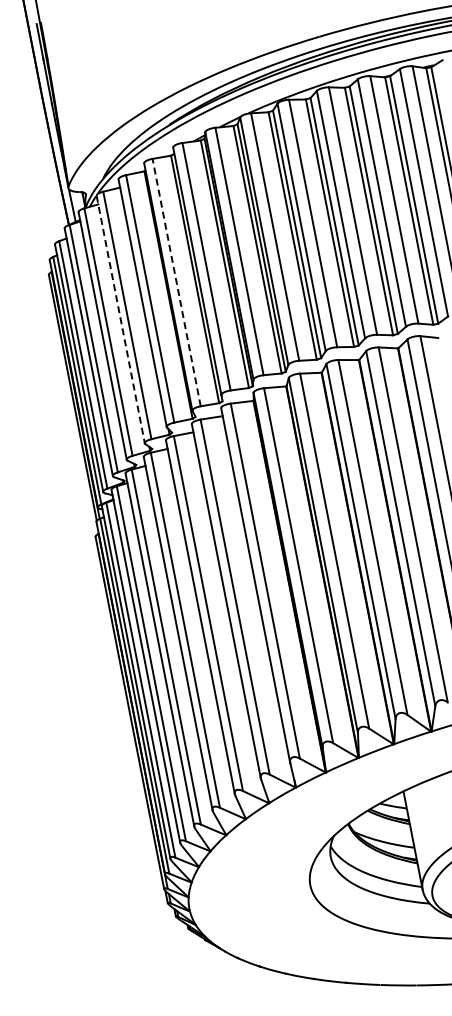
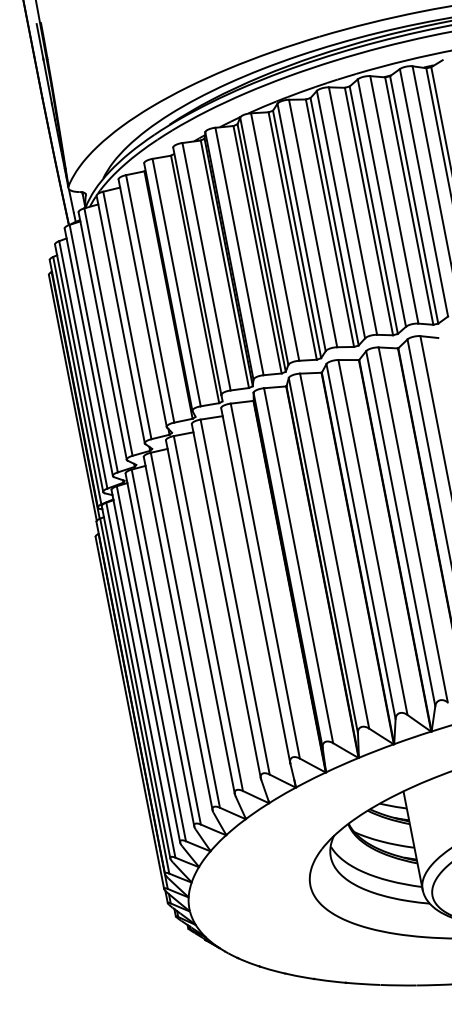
line at (176, 282): dashed -> solid
line at (120, 320): dashed -> solid
